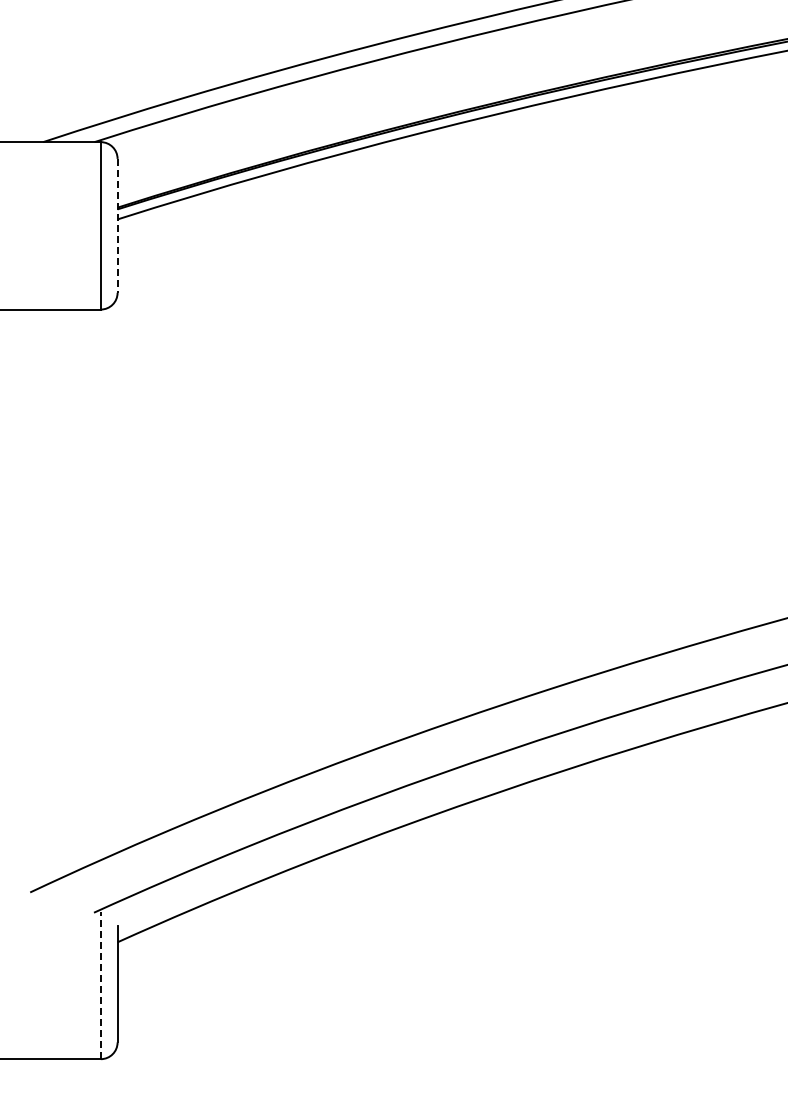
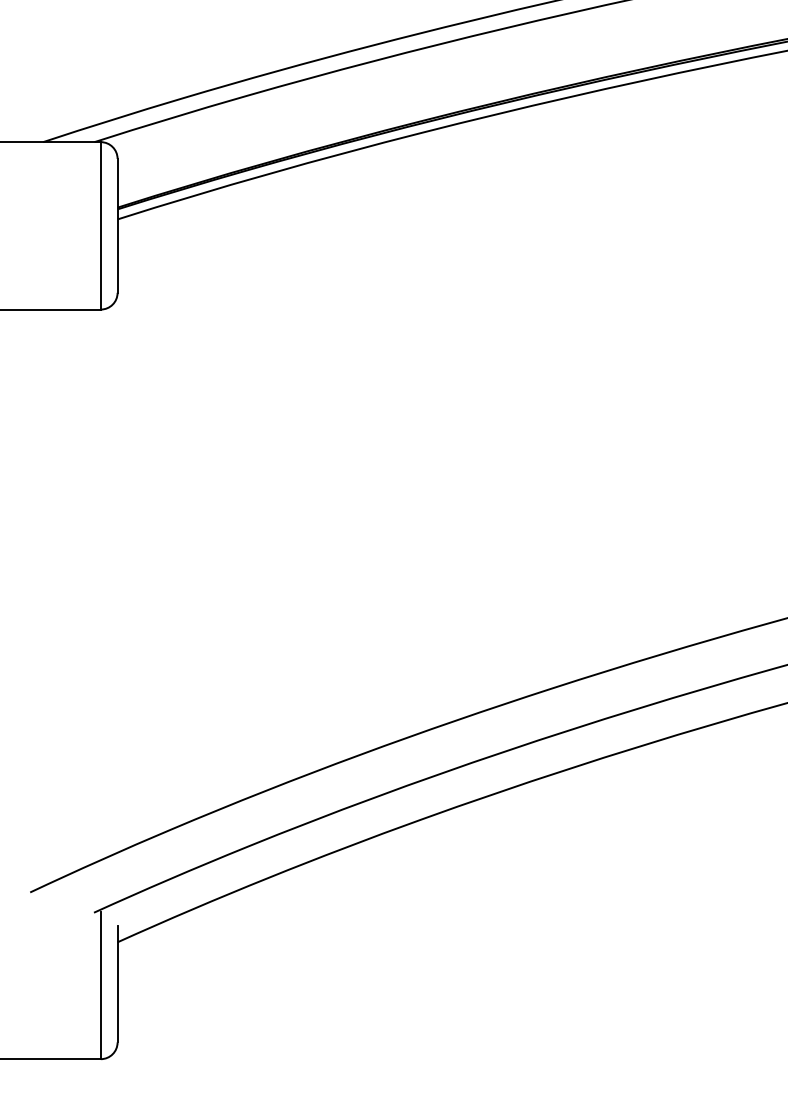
line at (117, 225): dashed -> solid
line at (100, 985): dashed -> solid
